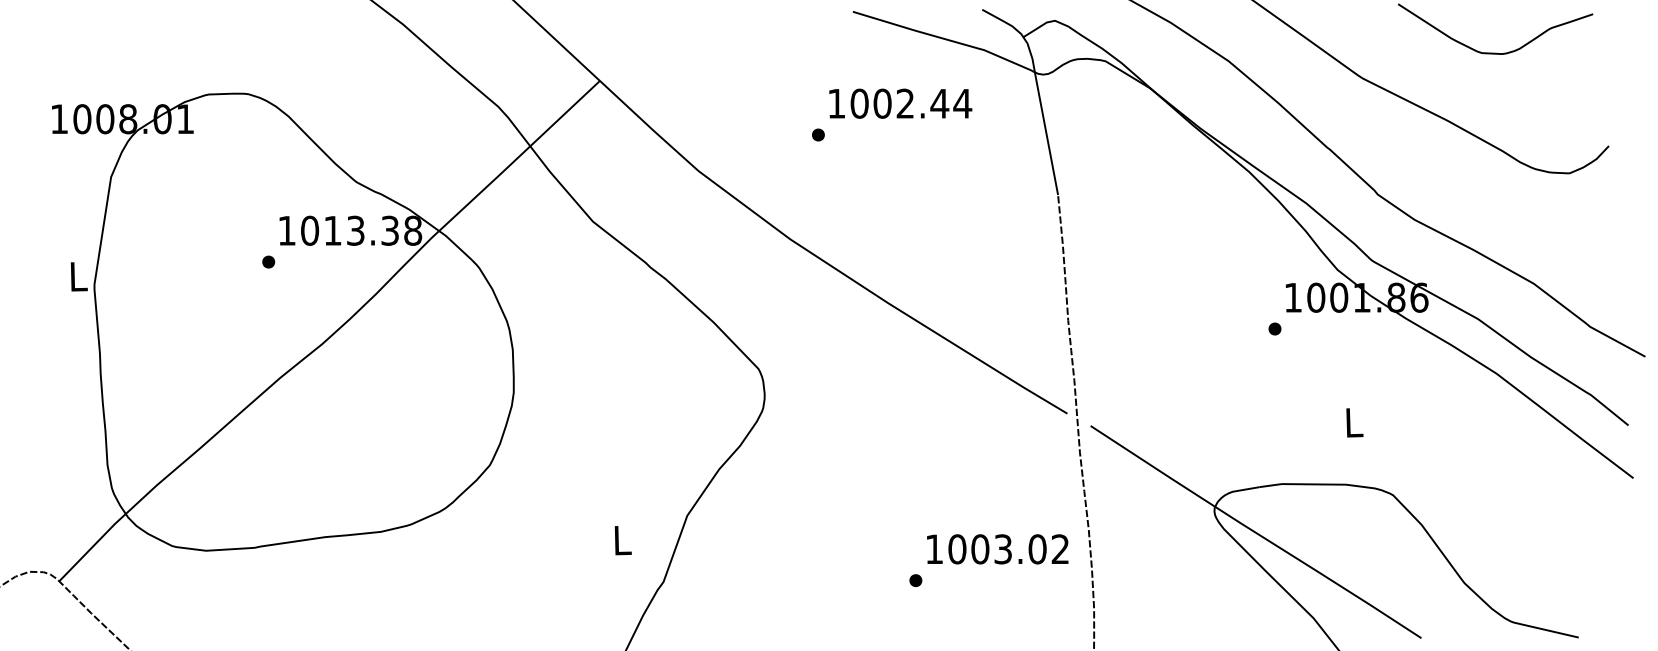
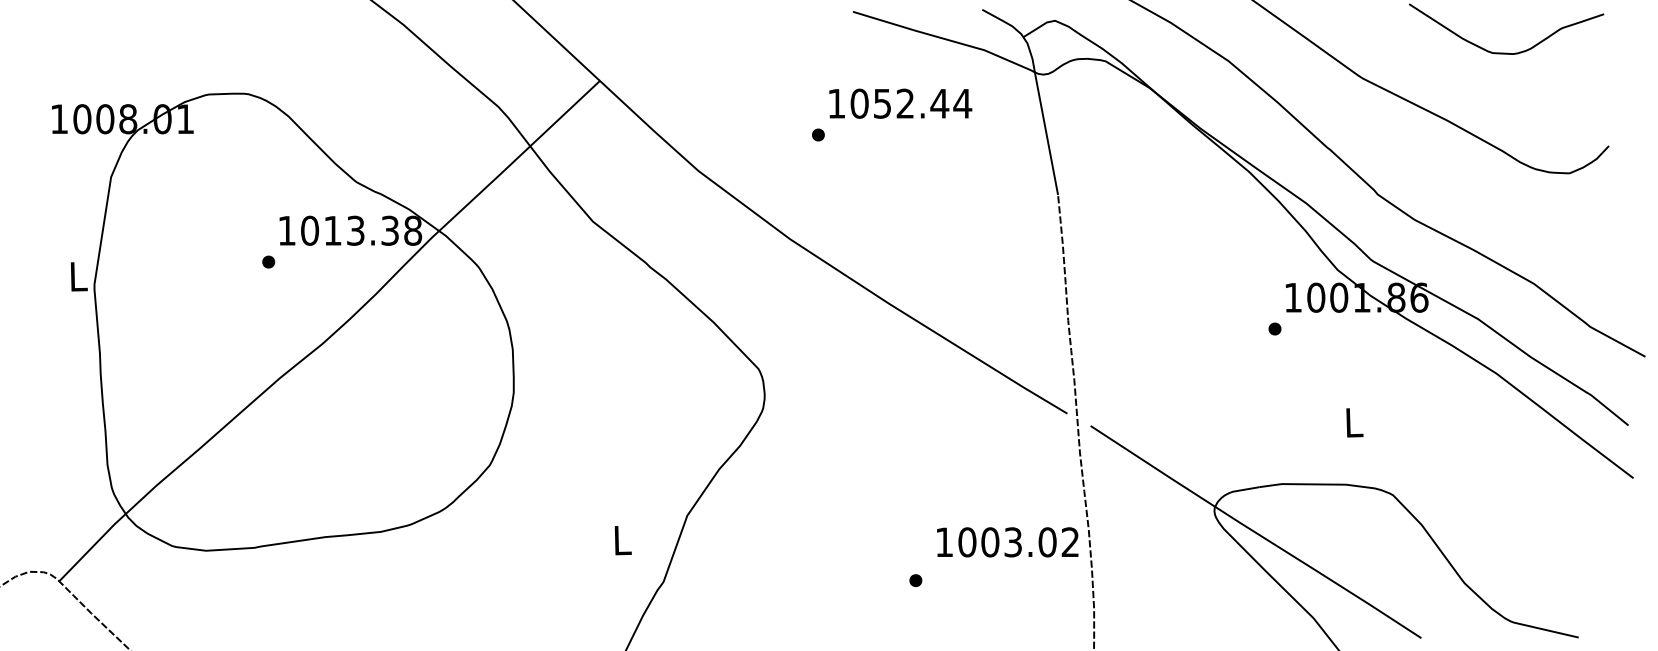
curve at (1495, 52) position: (1495, 52) -> (1506, 52)
text at (882, 103): 1002.44 -> 1052.44
text at (997, 549) position: (997, 549) -> (1007, 542)
